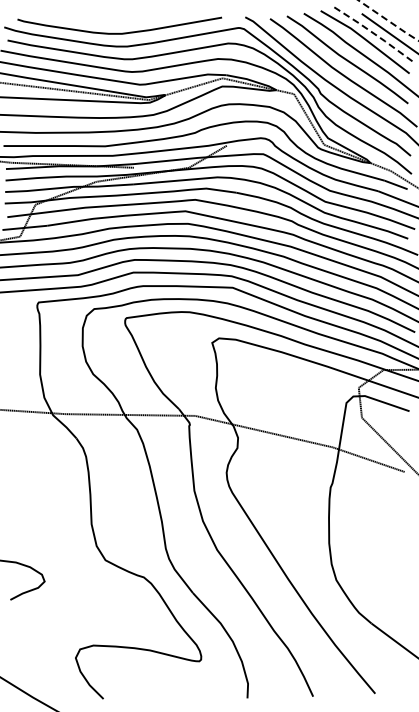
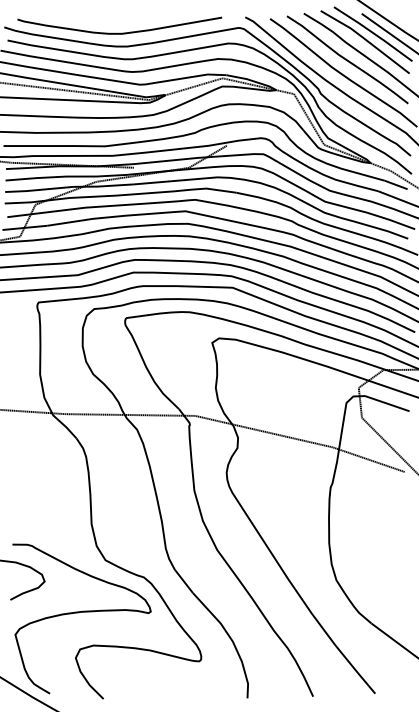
line at (389, 21): dashed -> solid
line at (373, 33): dashed -> solid
curve at (78, 613): none -> present
